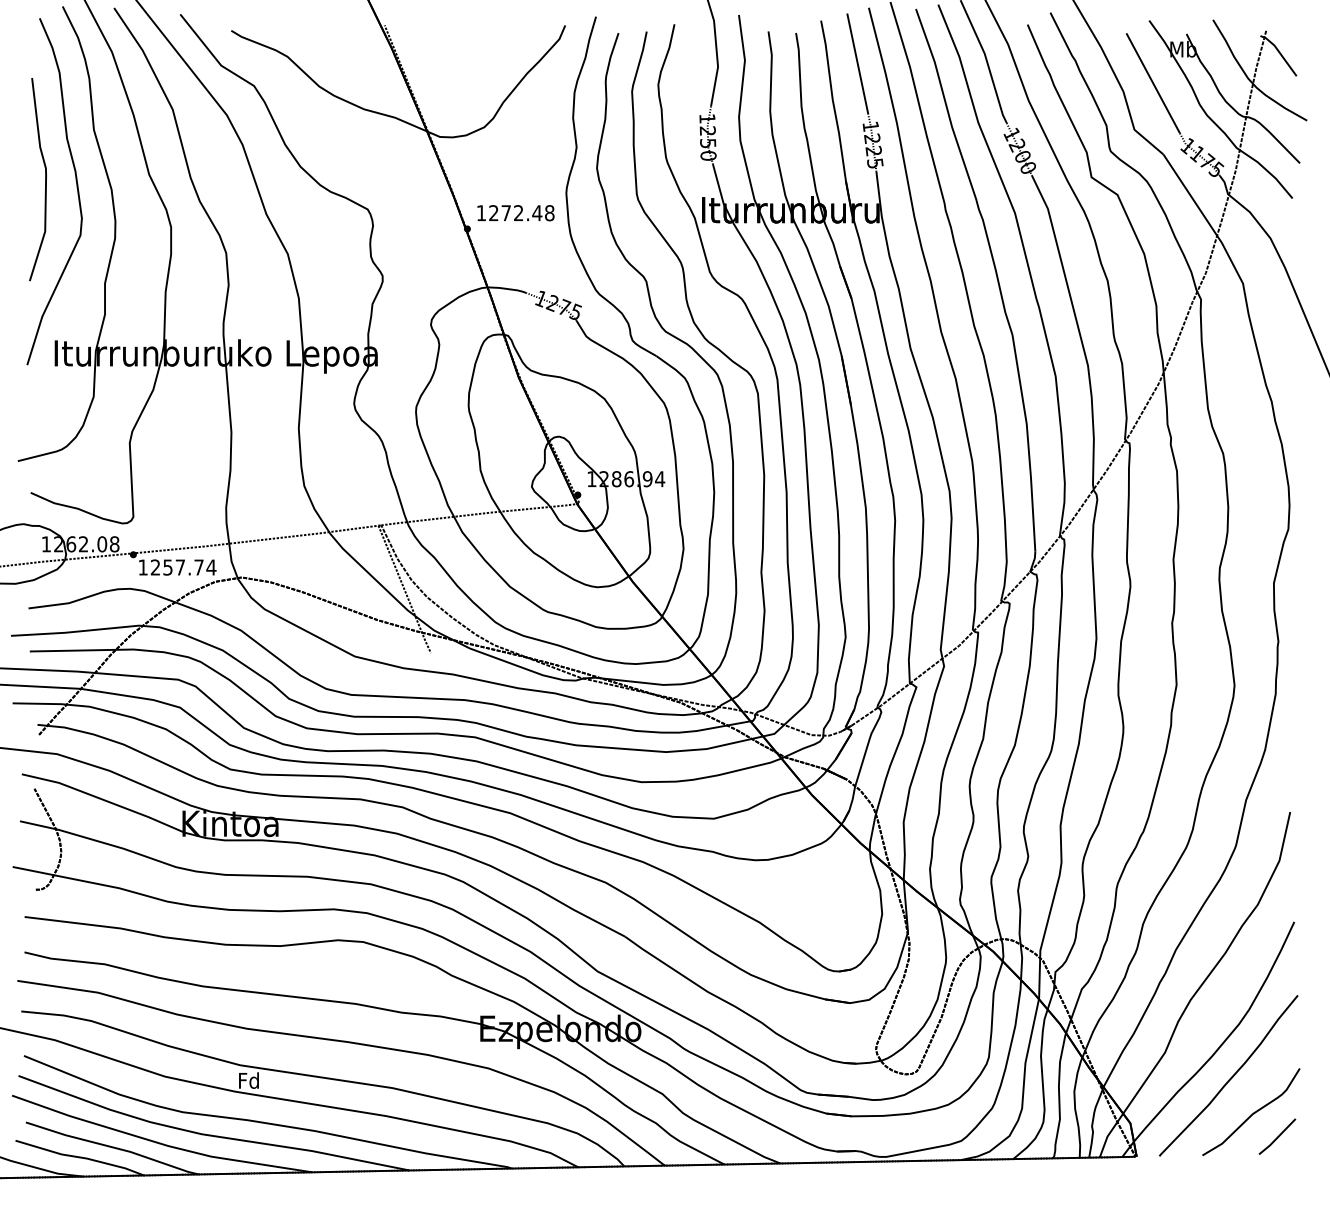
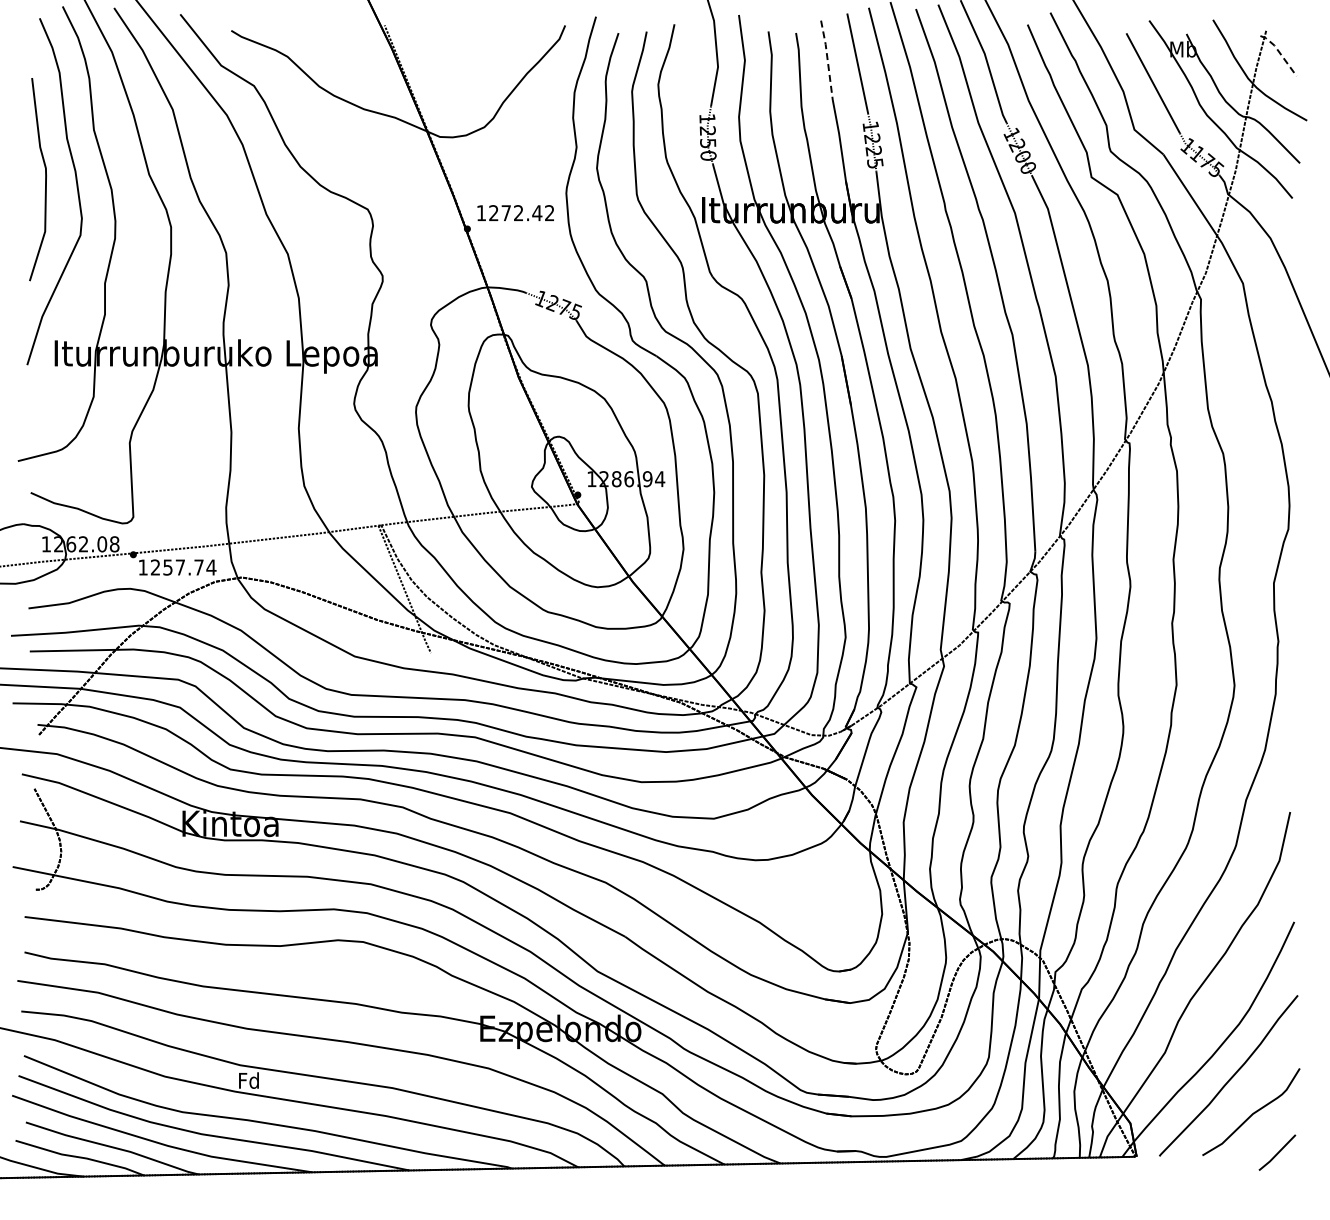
line at (1280, 53): solid -> dashed
line at (827, 59): solid -> dashed
text at (549, 213): 1272.48 -> 1272.42
line at (1277, 1136) position: (1277, 1136) -> (1277, 1152)
